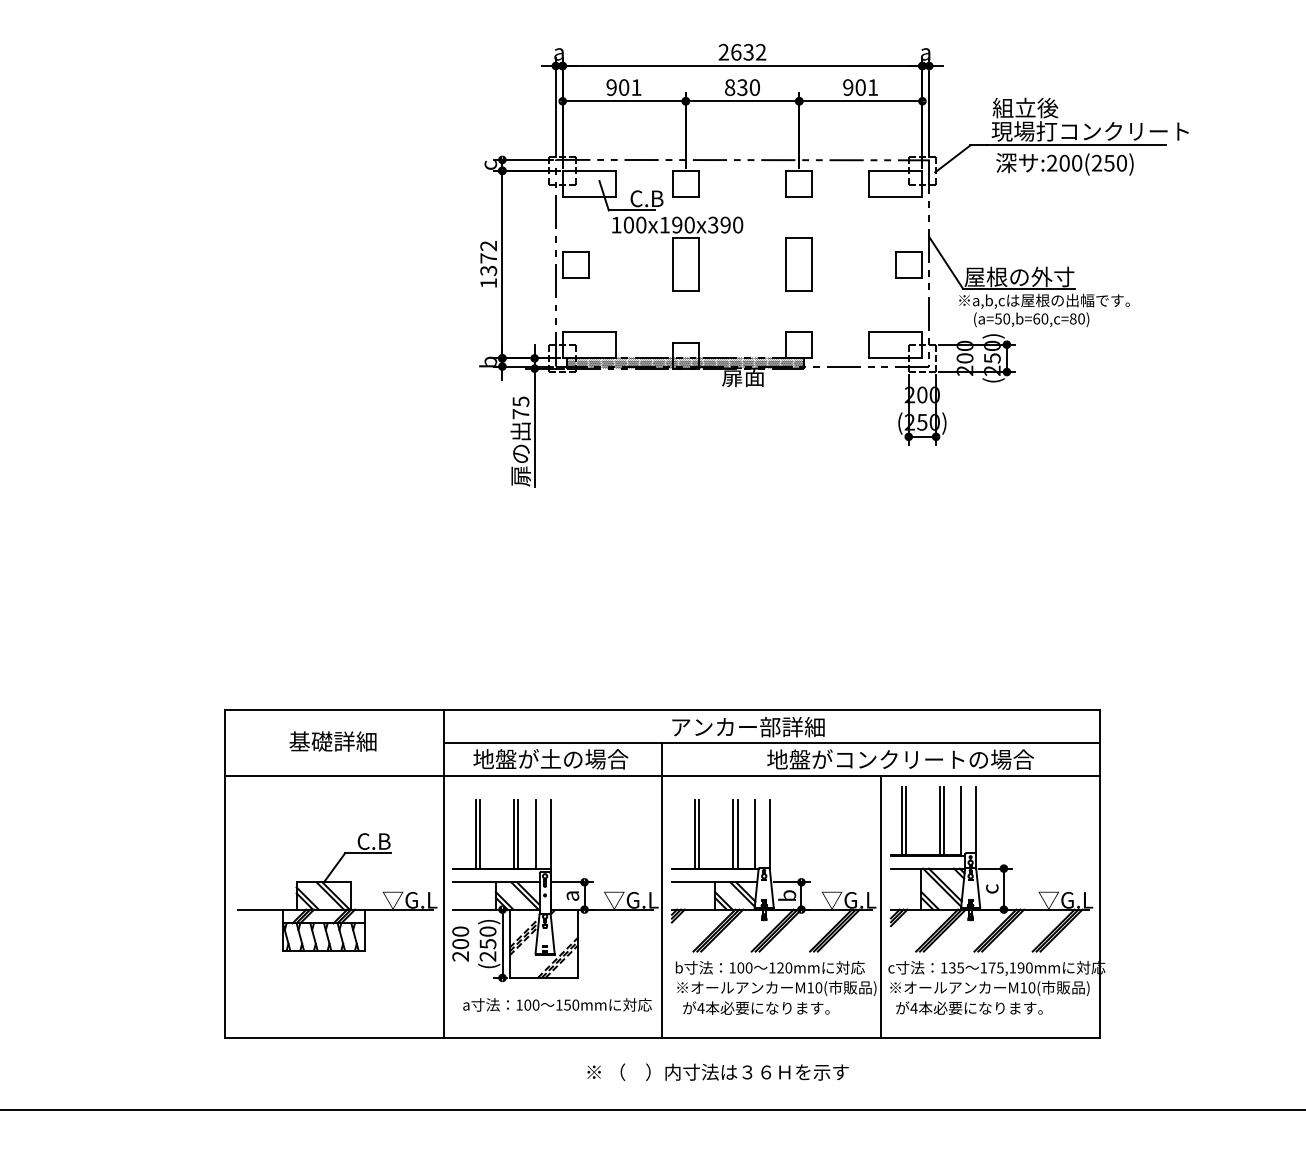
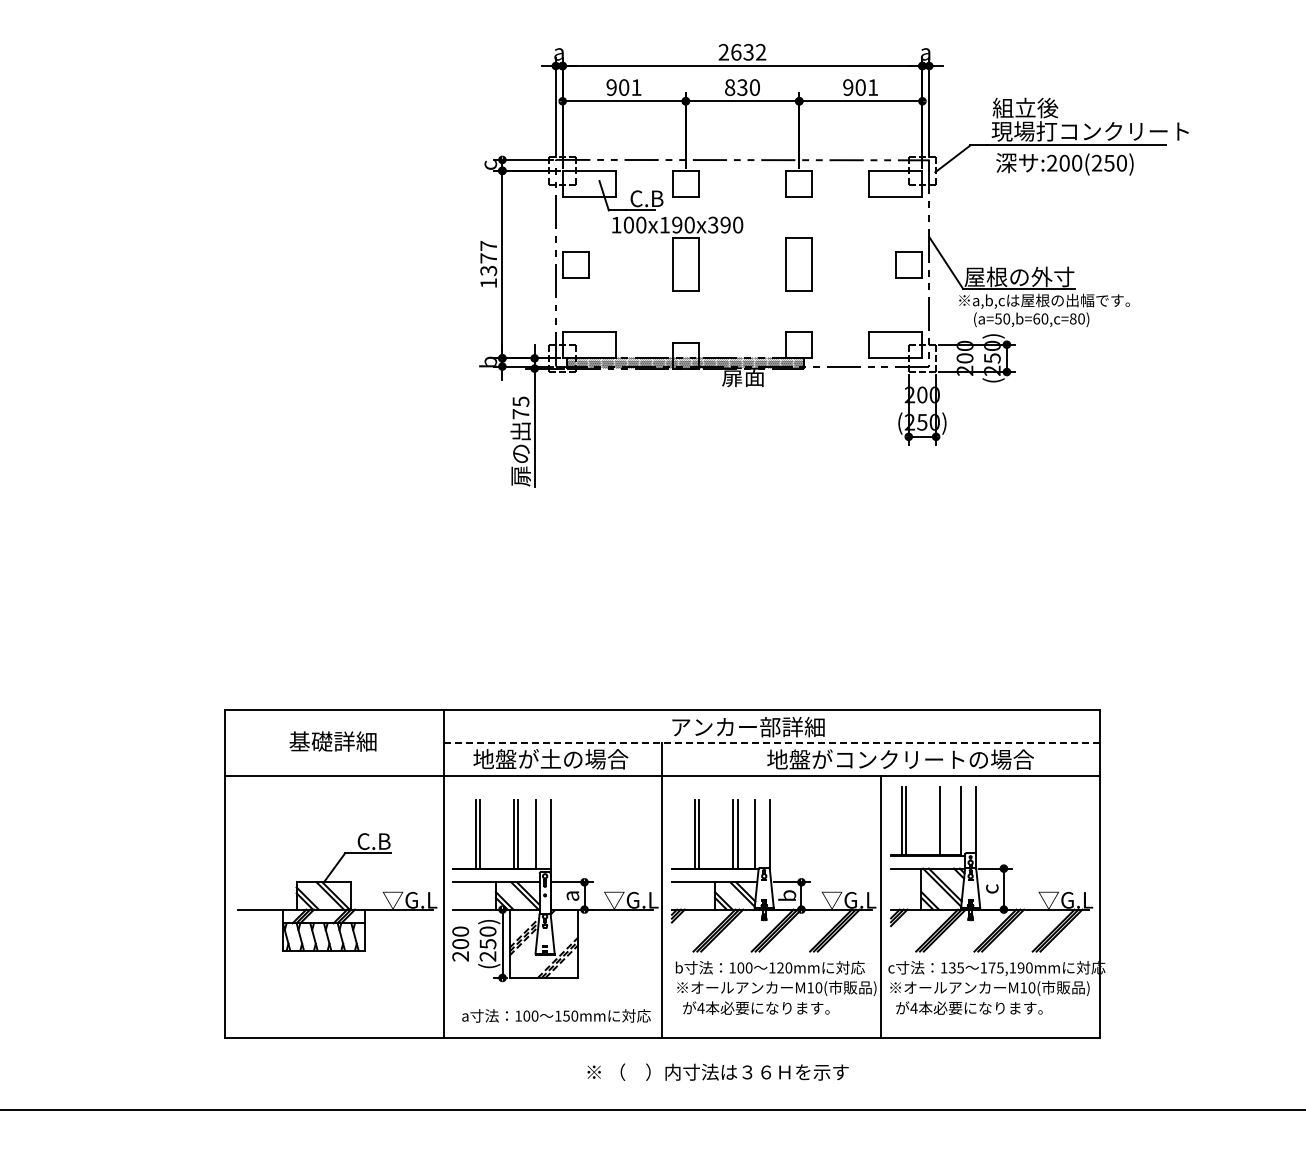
text at (488, 245): 1372 -> 1377
line at (771, 742): solid -> dashed
line at (944, 820): present -> none
text at (557, 1004) position: (557, 1004) -> (556, 1015)
